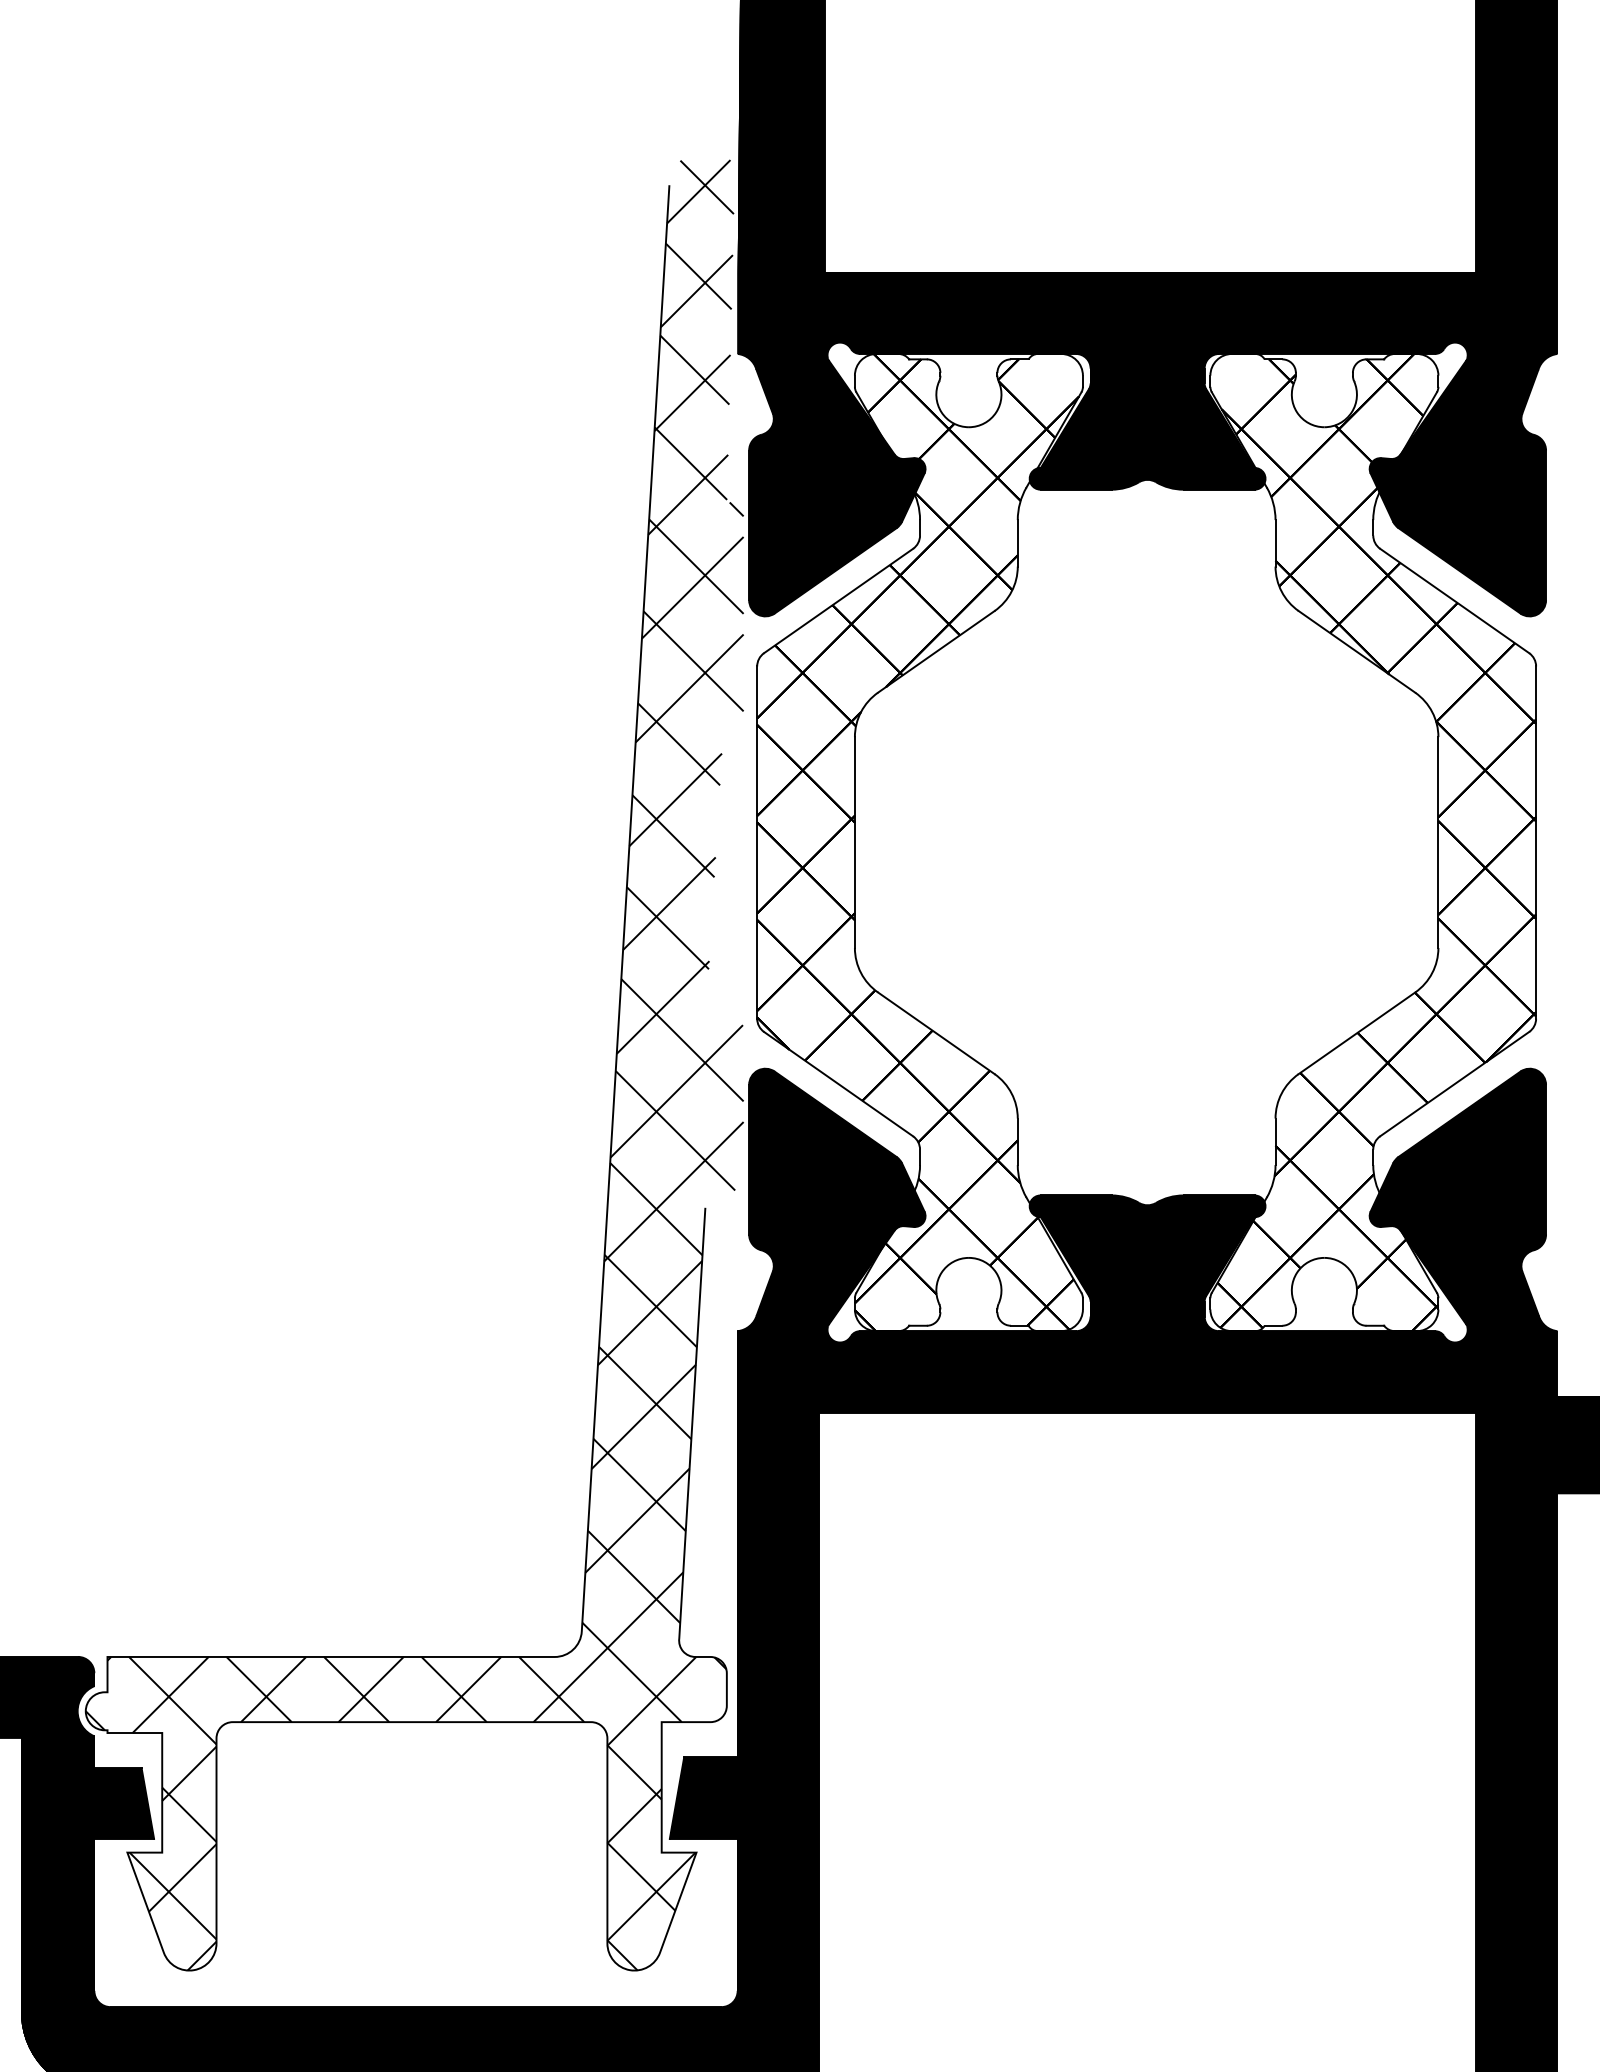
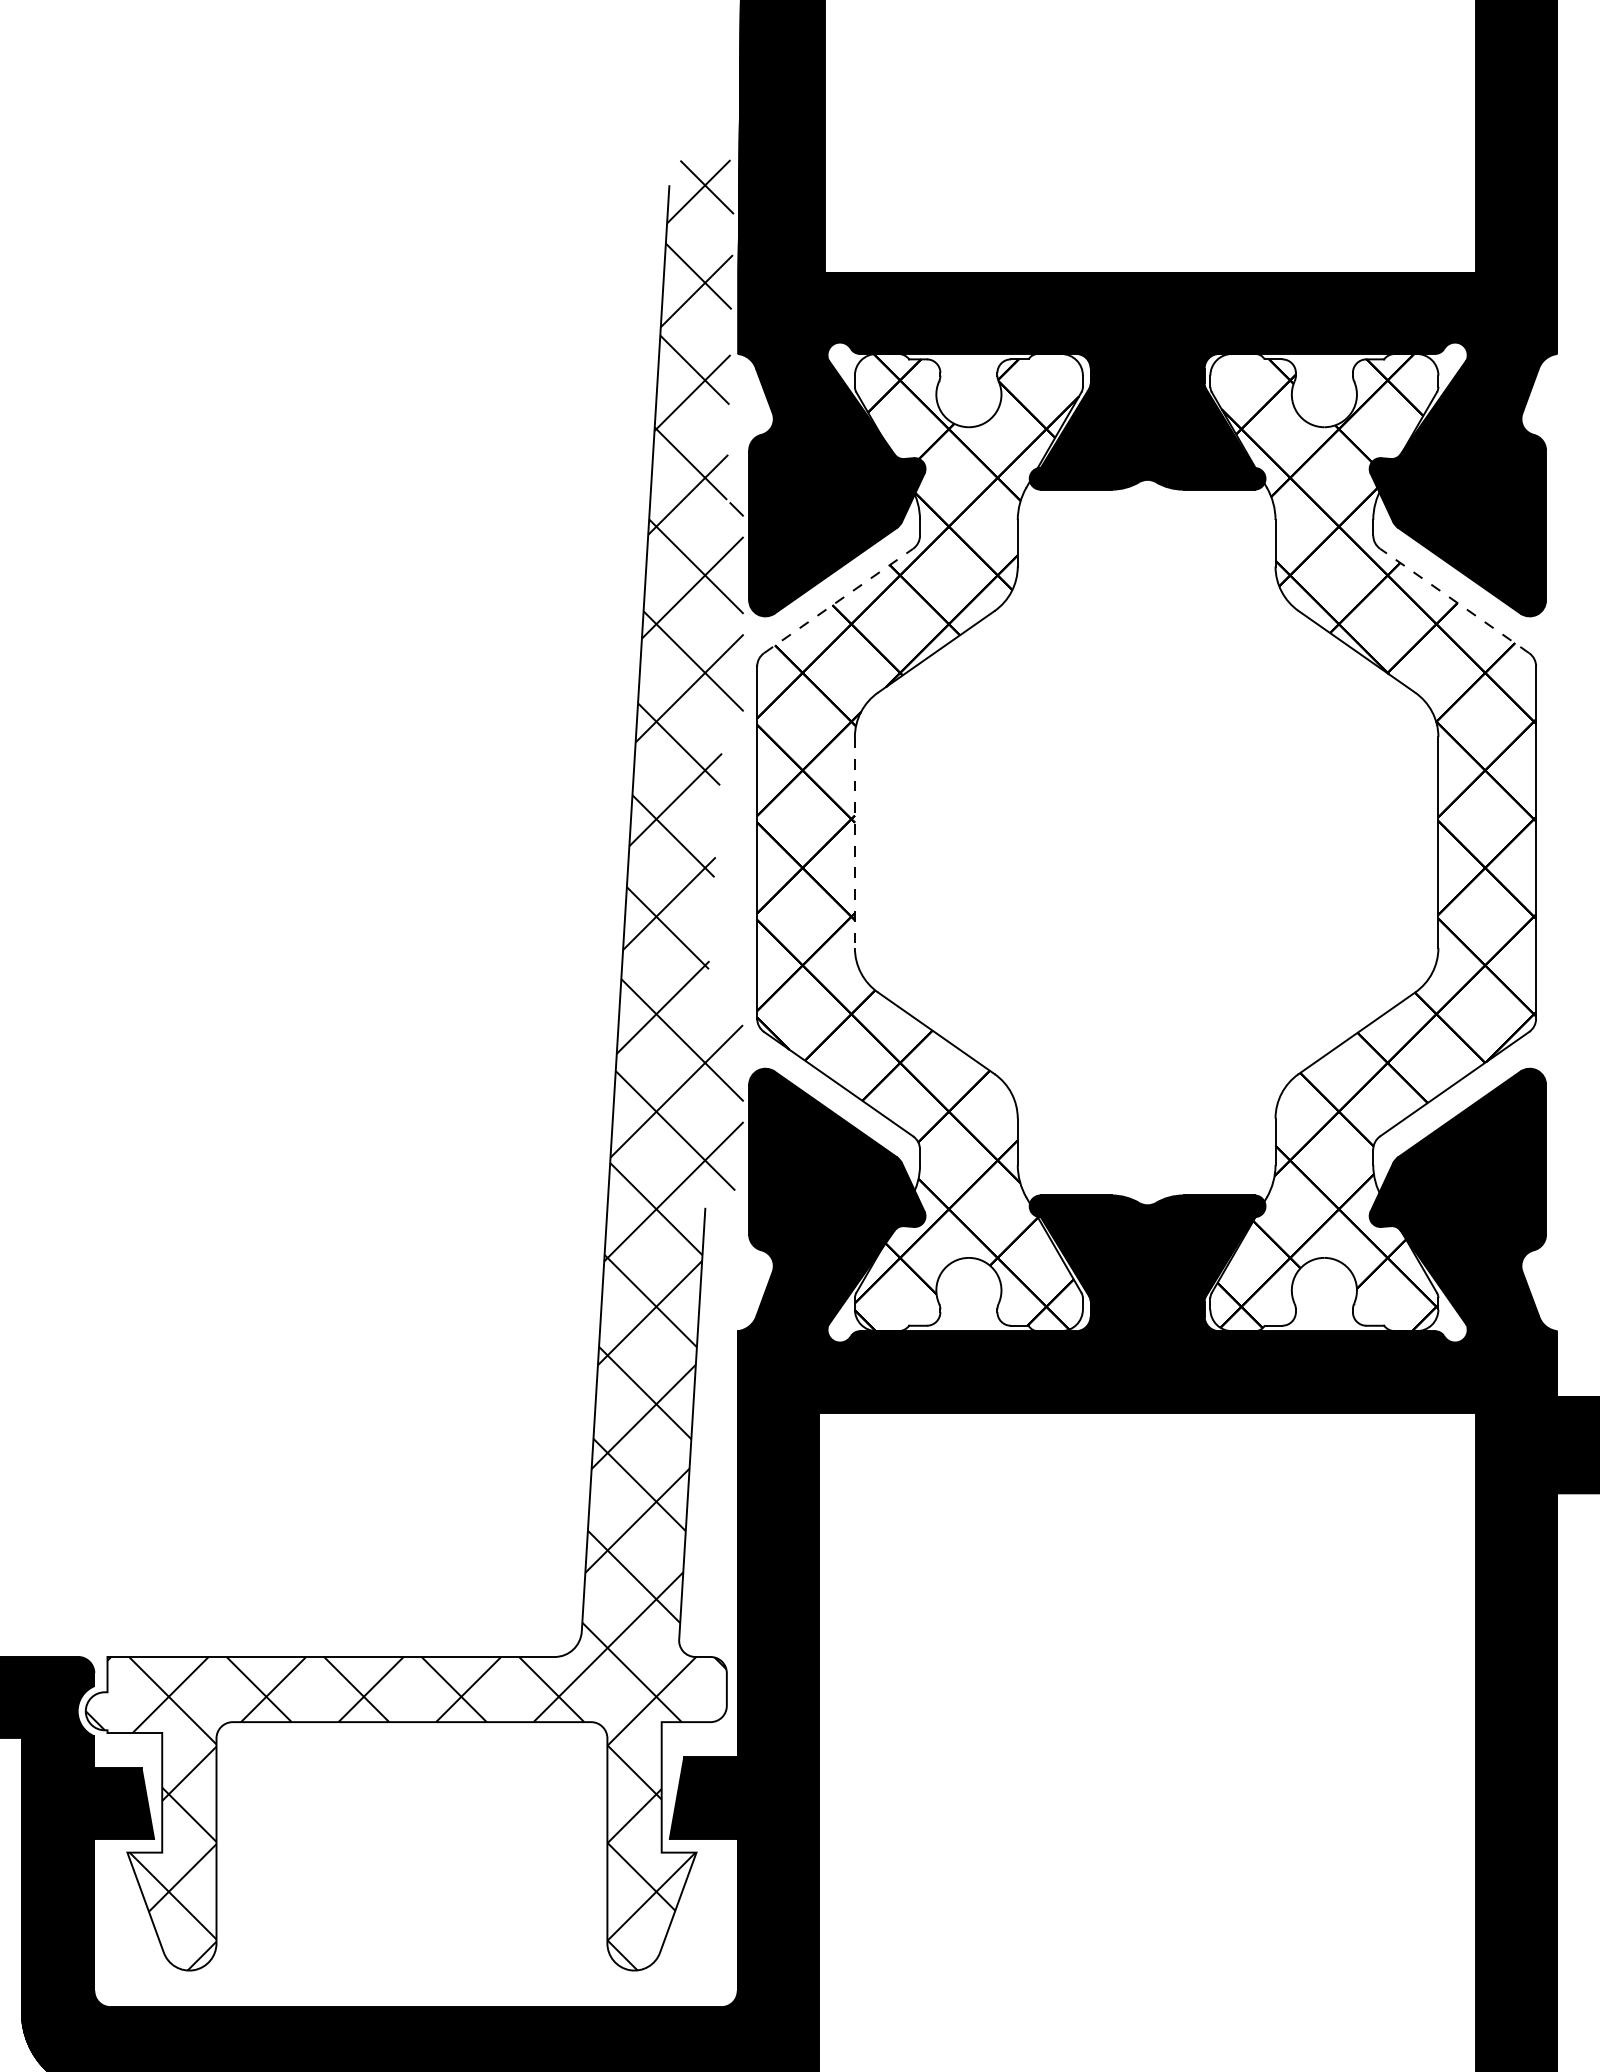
line at (838, 600): solid -> dashed
line at (1454, 600): solid -> dashed
line at (854, 843): solid -> dashed
